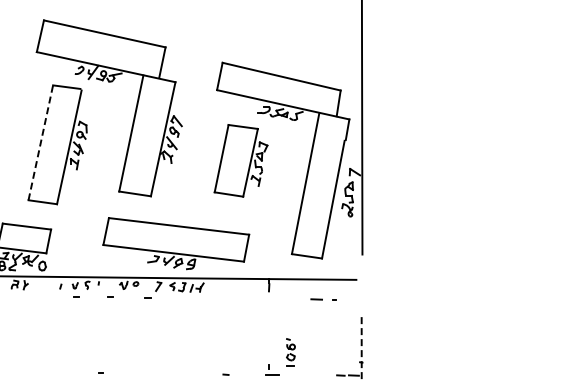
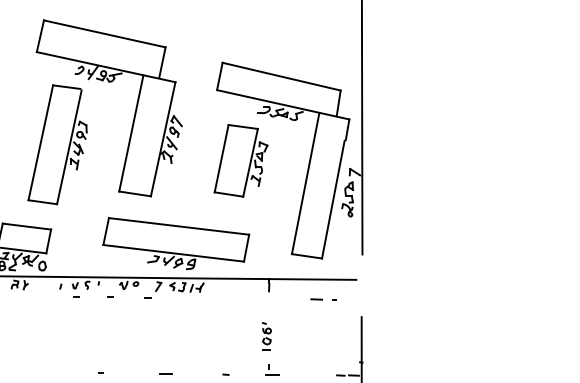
line at (40, 142): dashed -> solid
line at (361, 350): dashed -> solid
part at (290, 352) position: (290, 352) -> (266, 336)
line at (165, 373): none -> present
